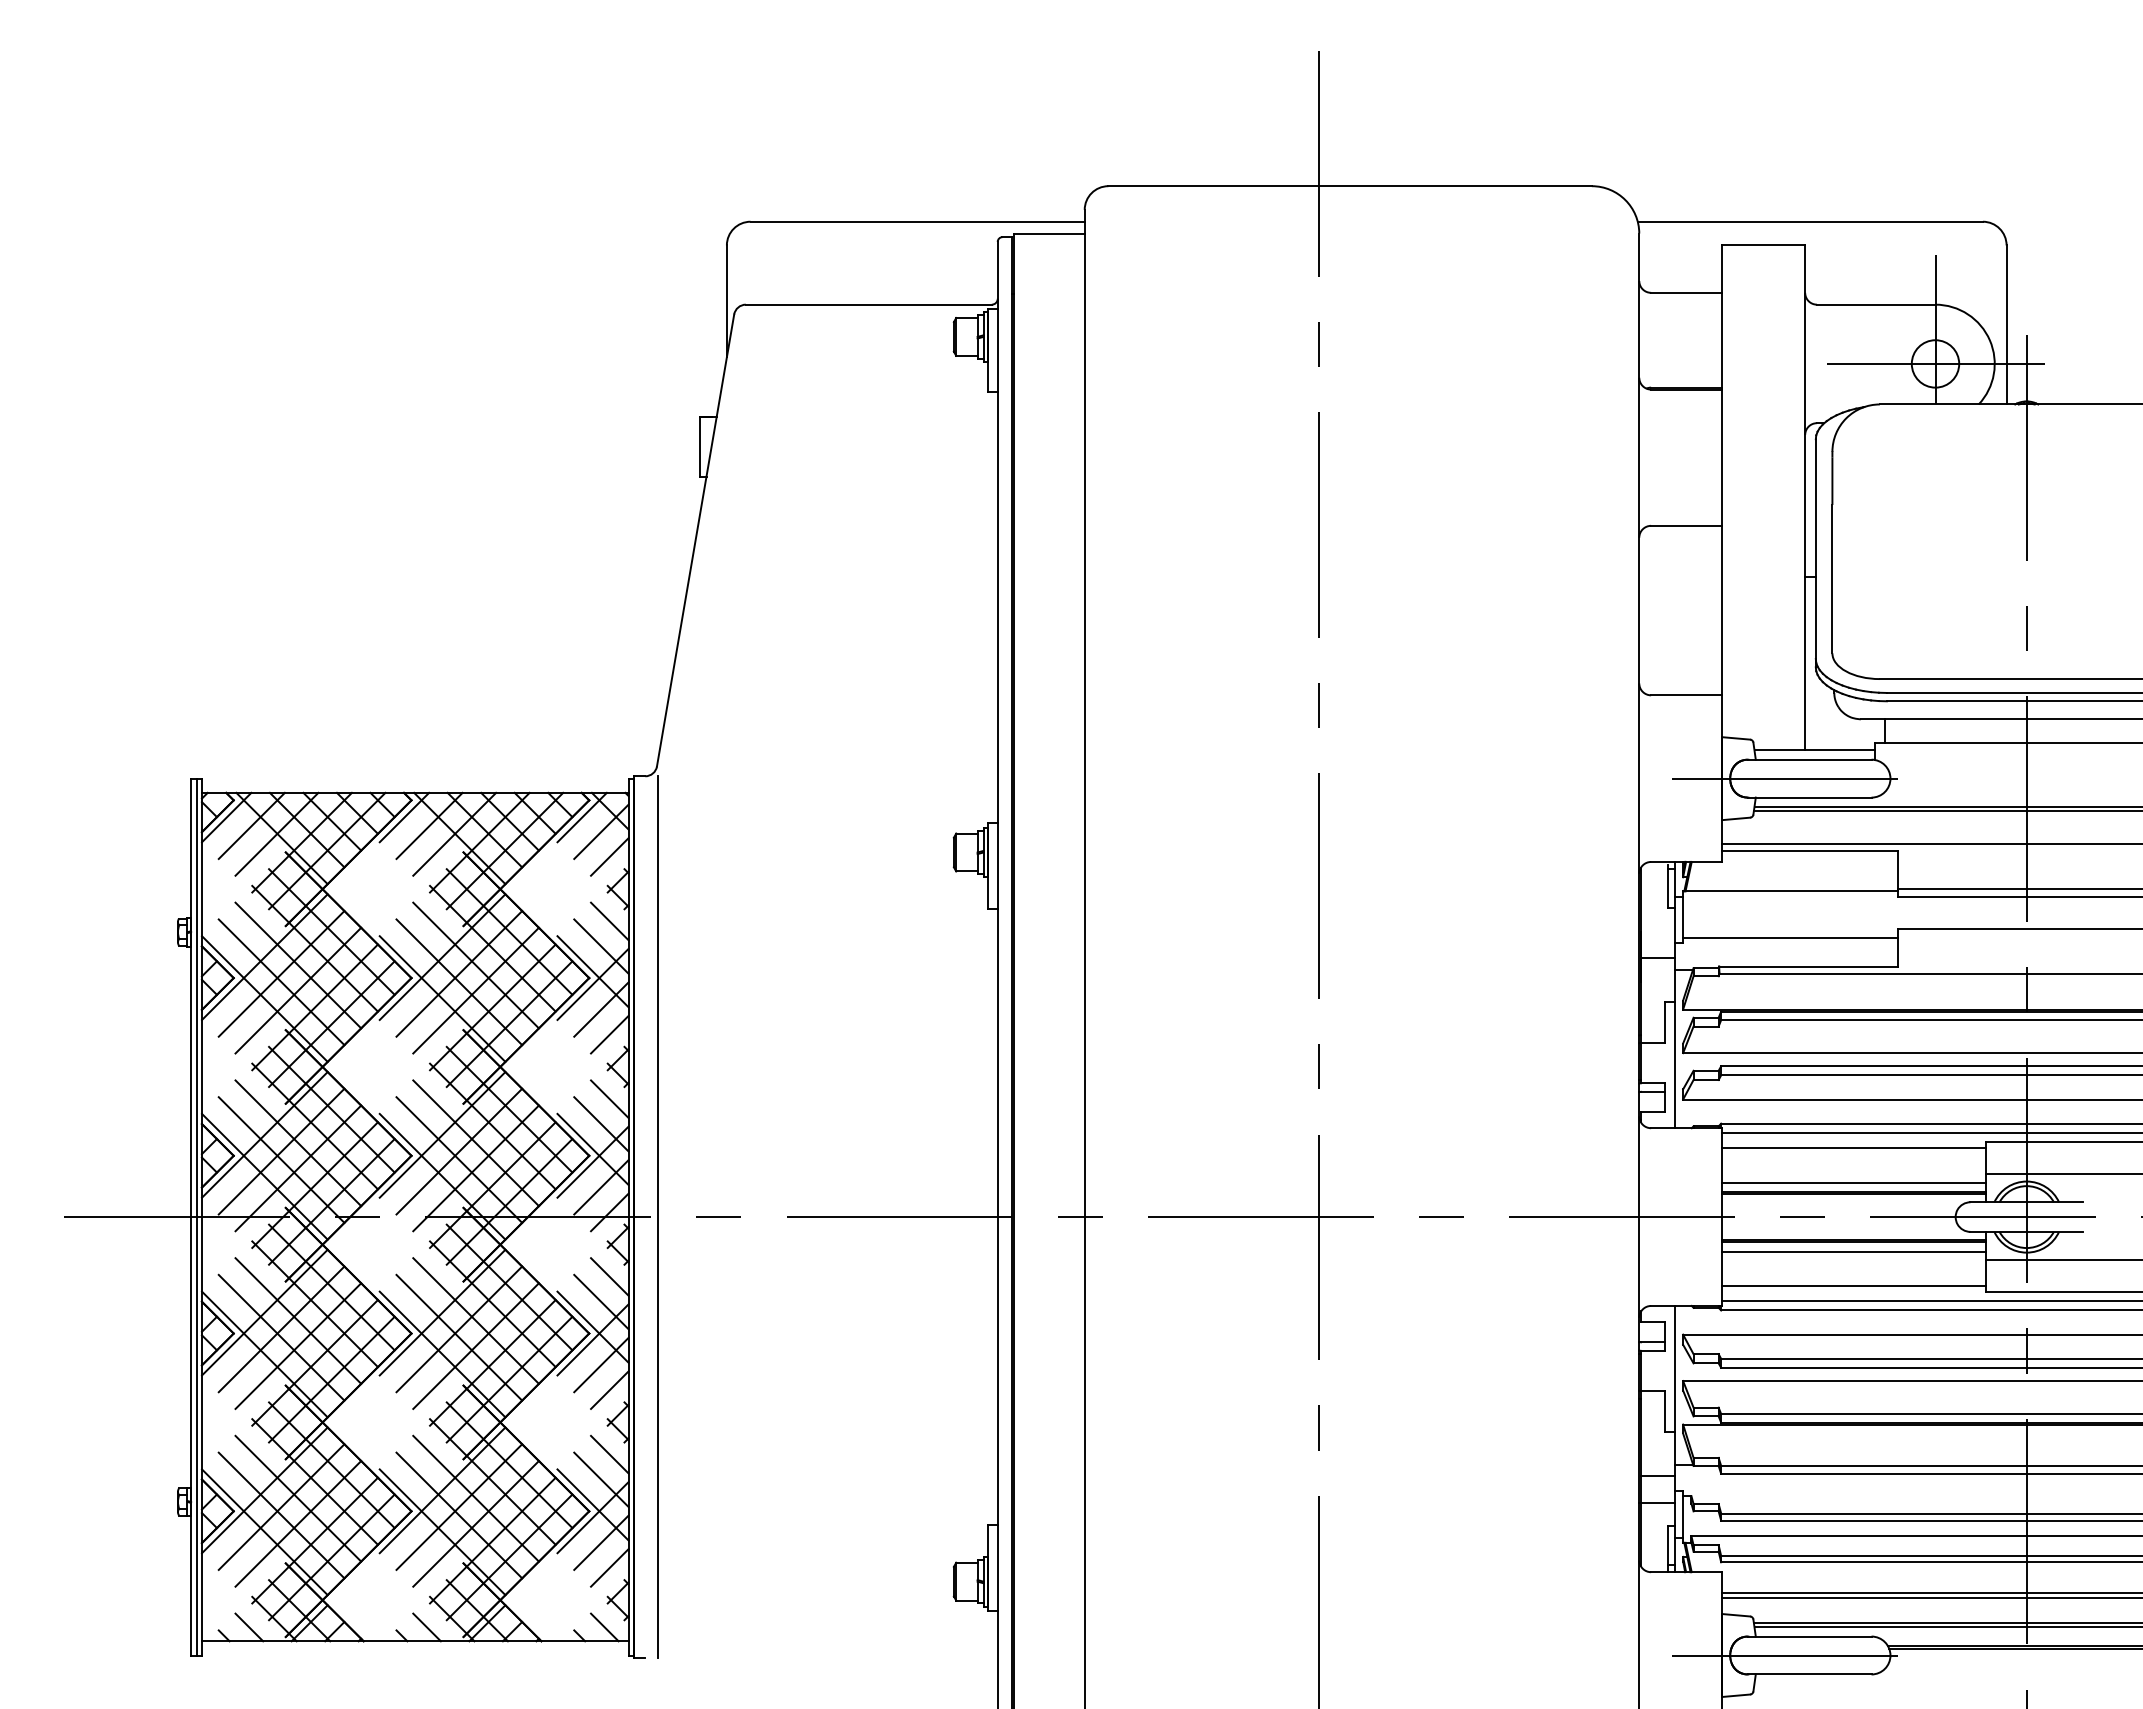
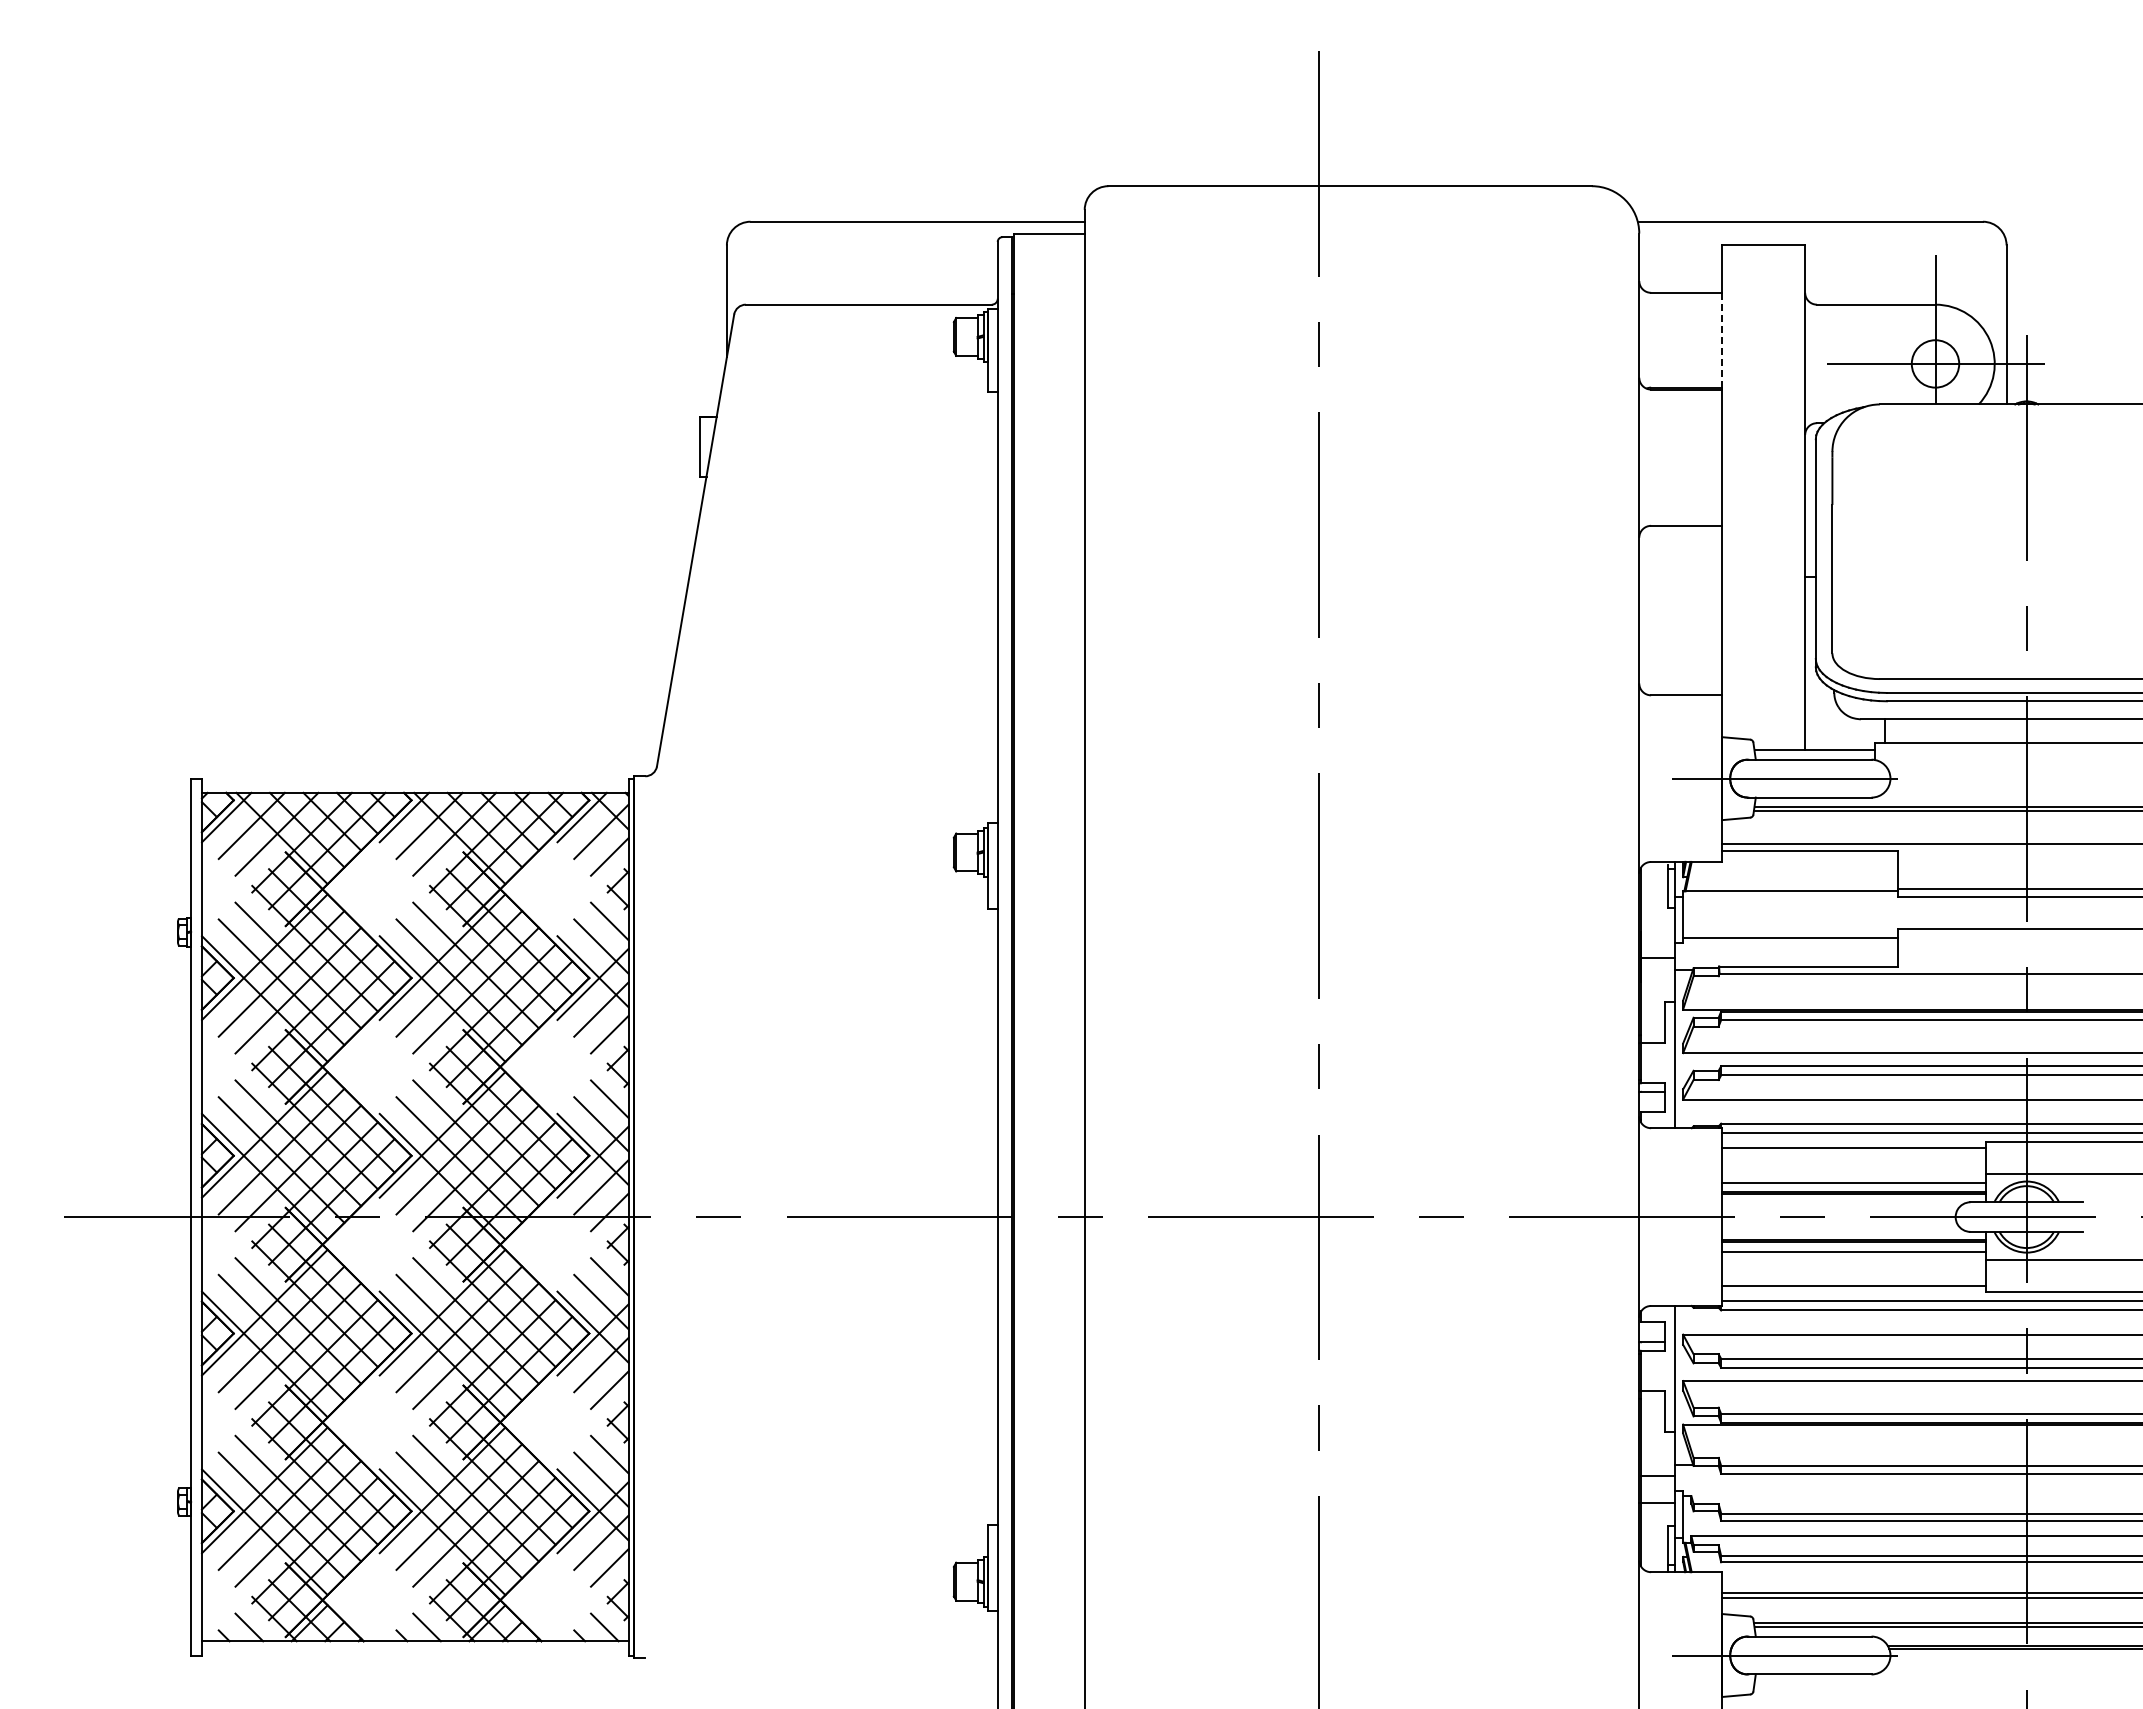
line at (1722, 339): solid -> dashed
line at (196, 1216): present -> none
line at (657, 1216): present -> none
